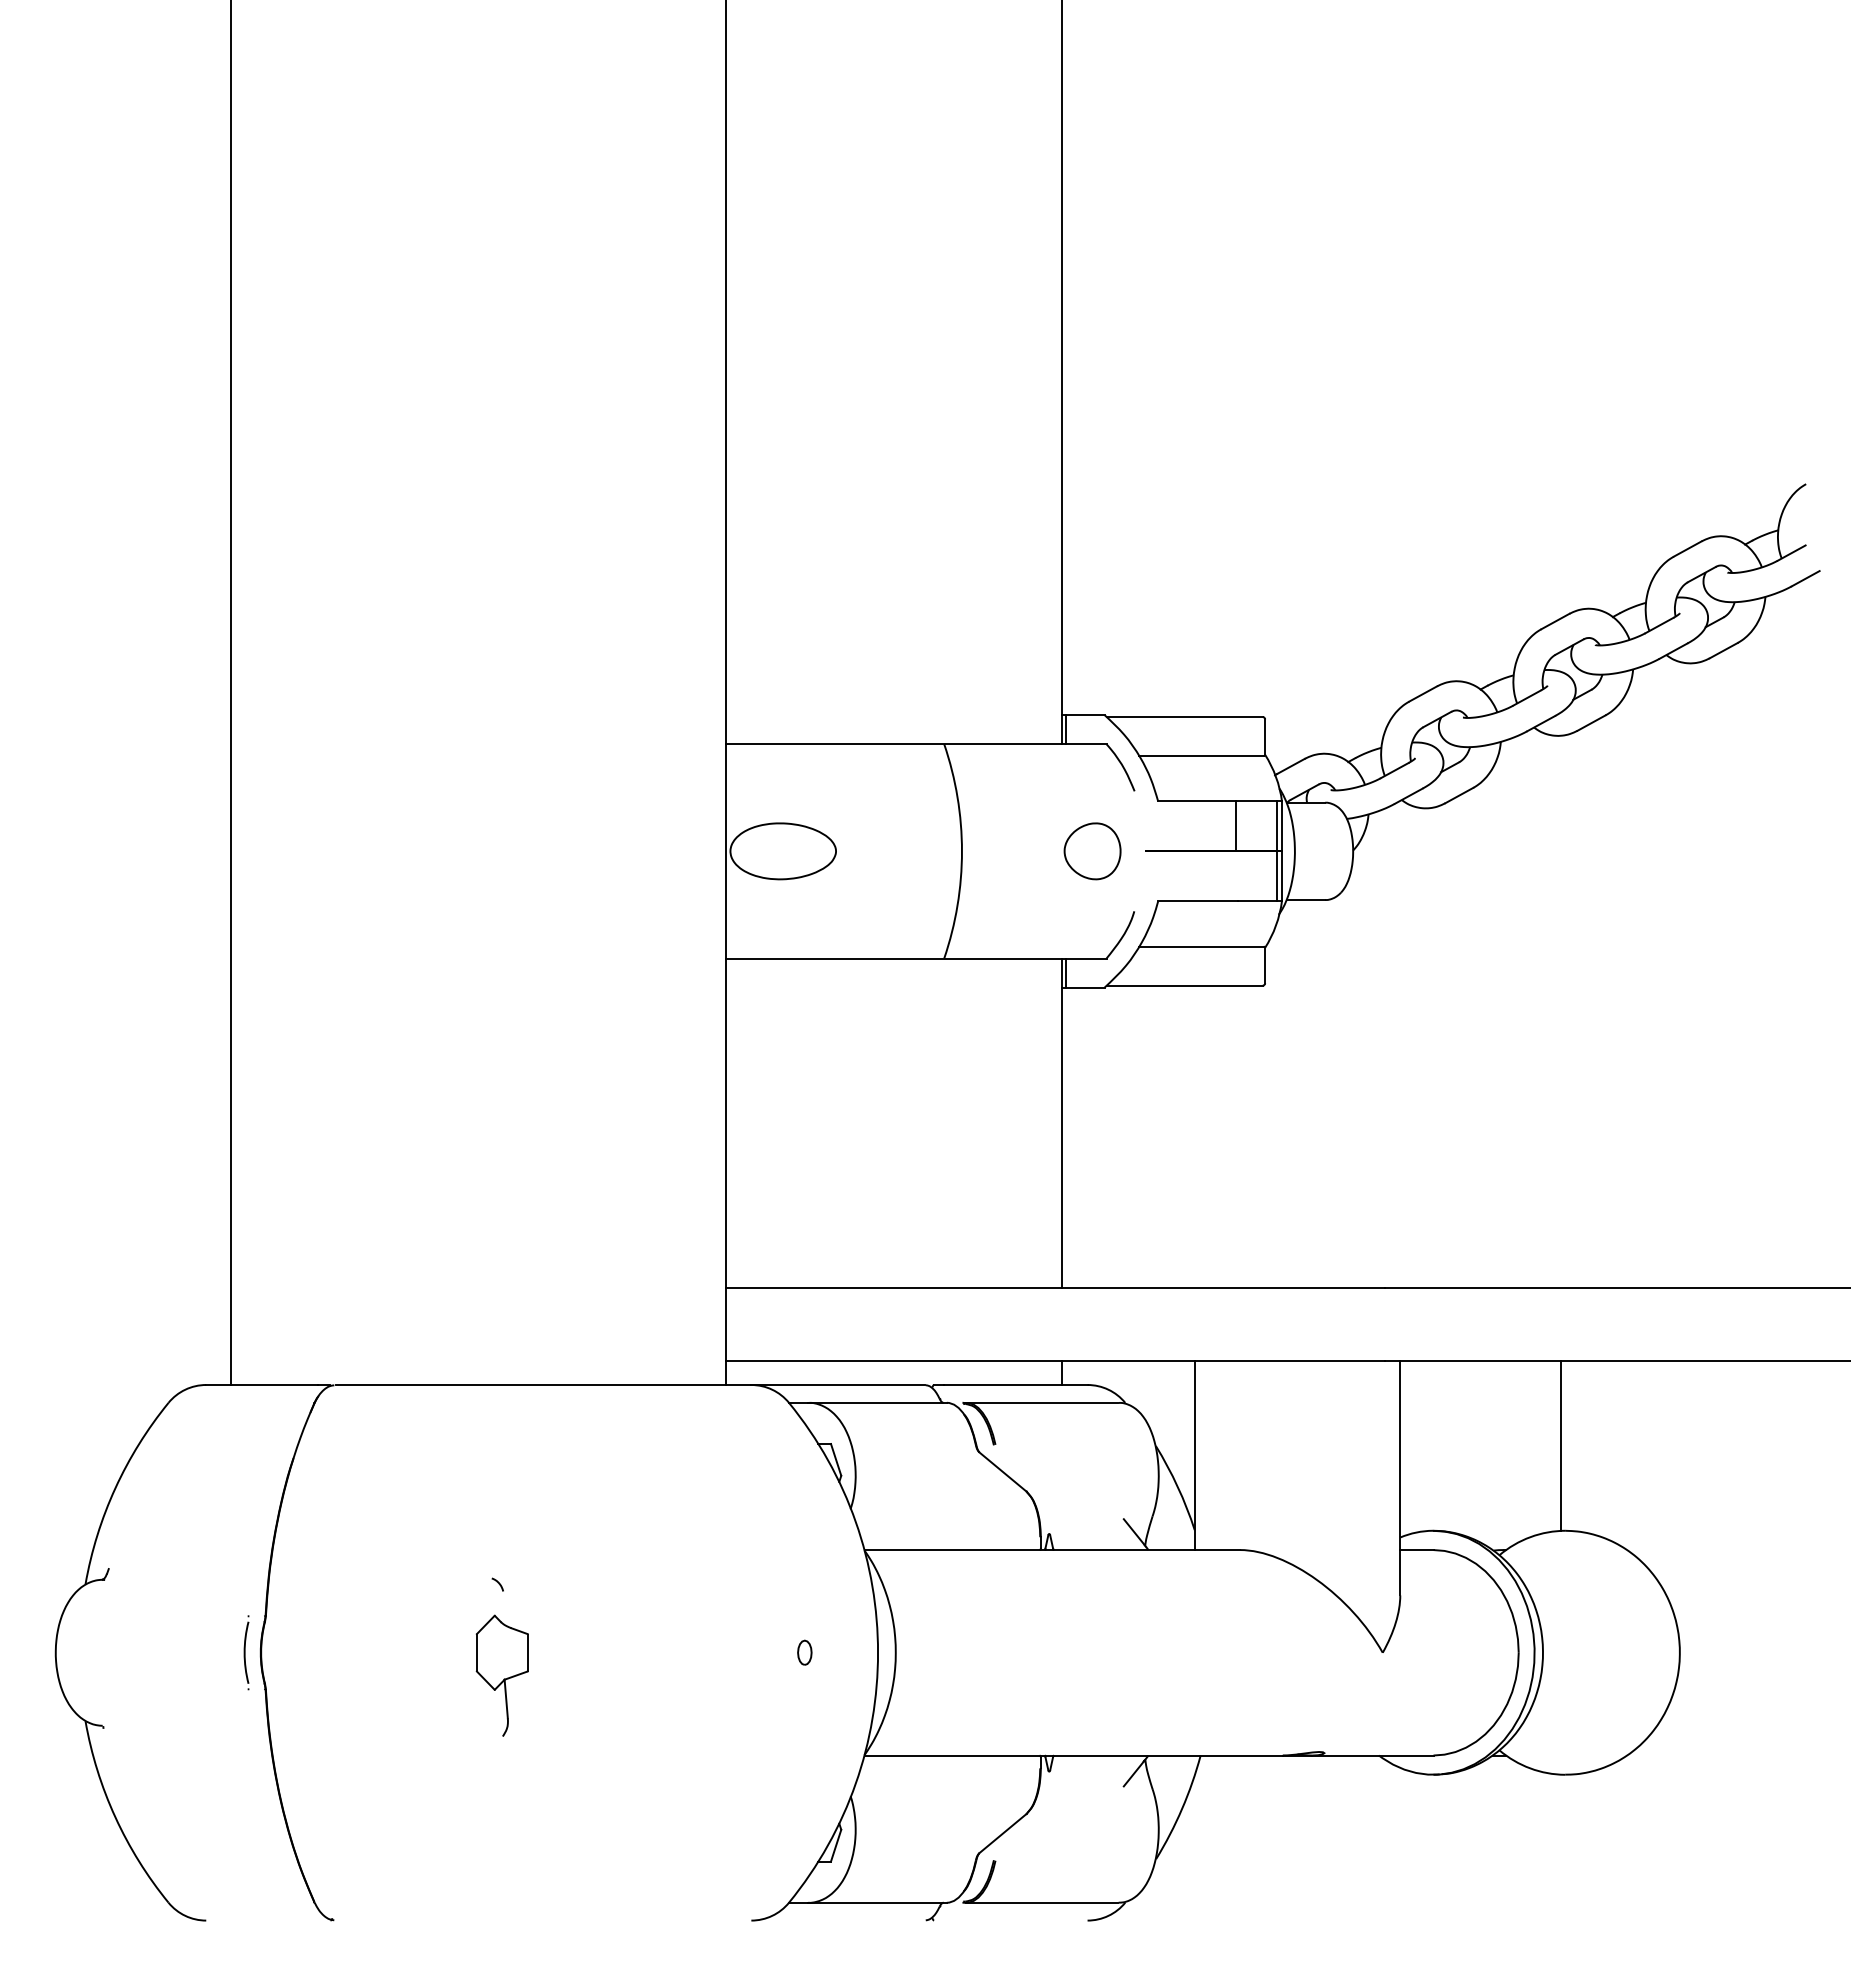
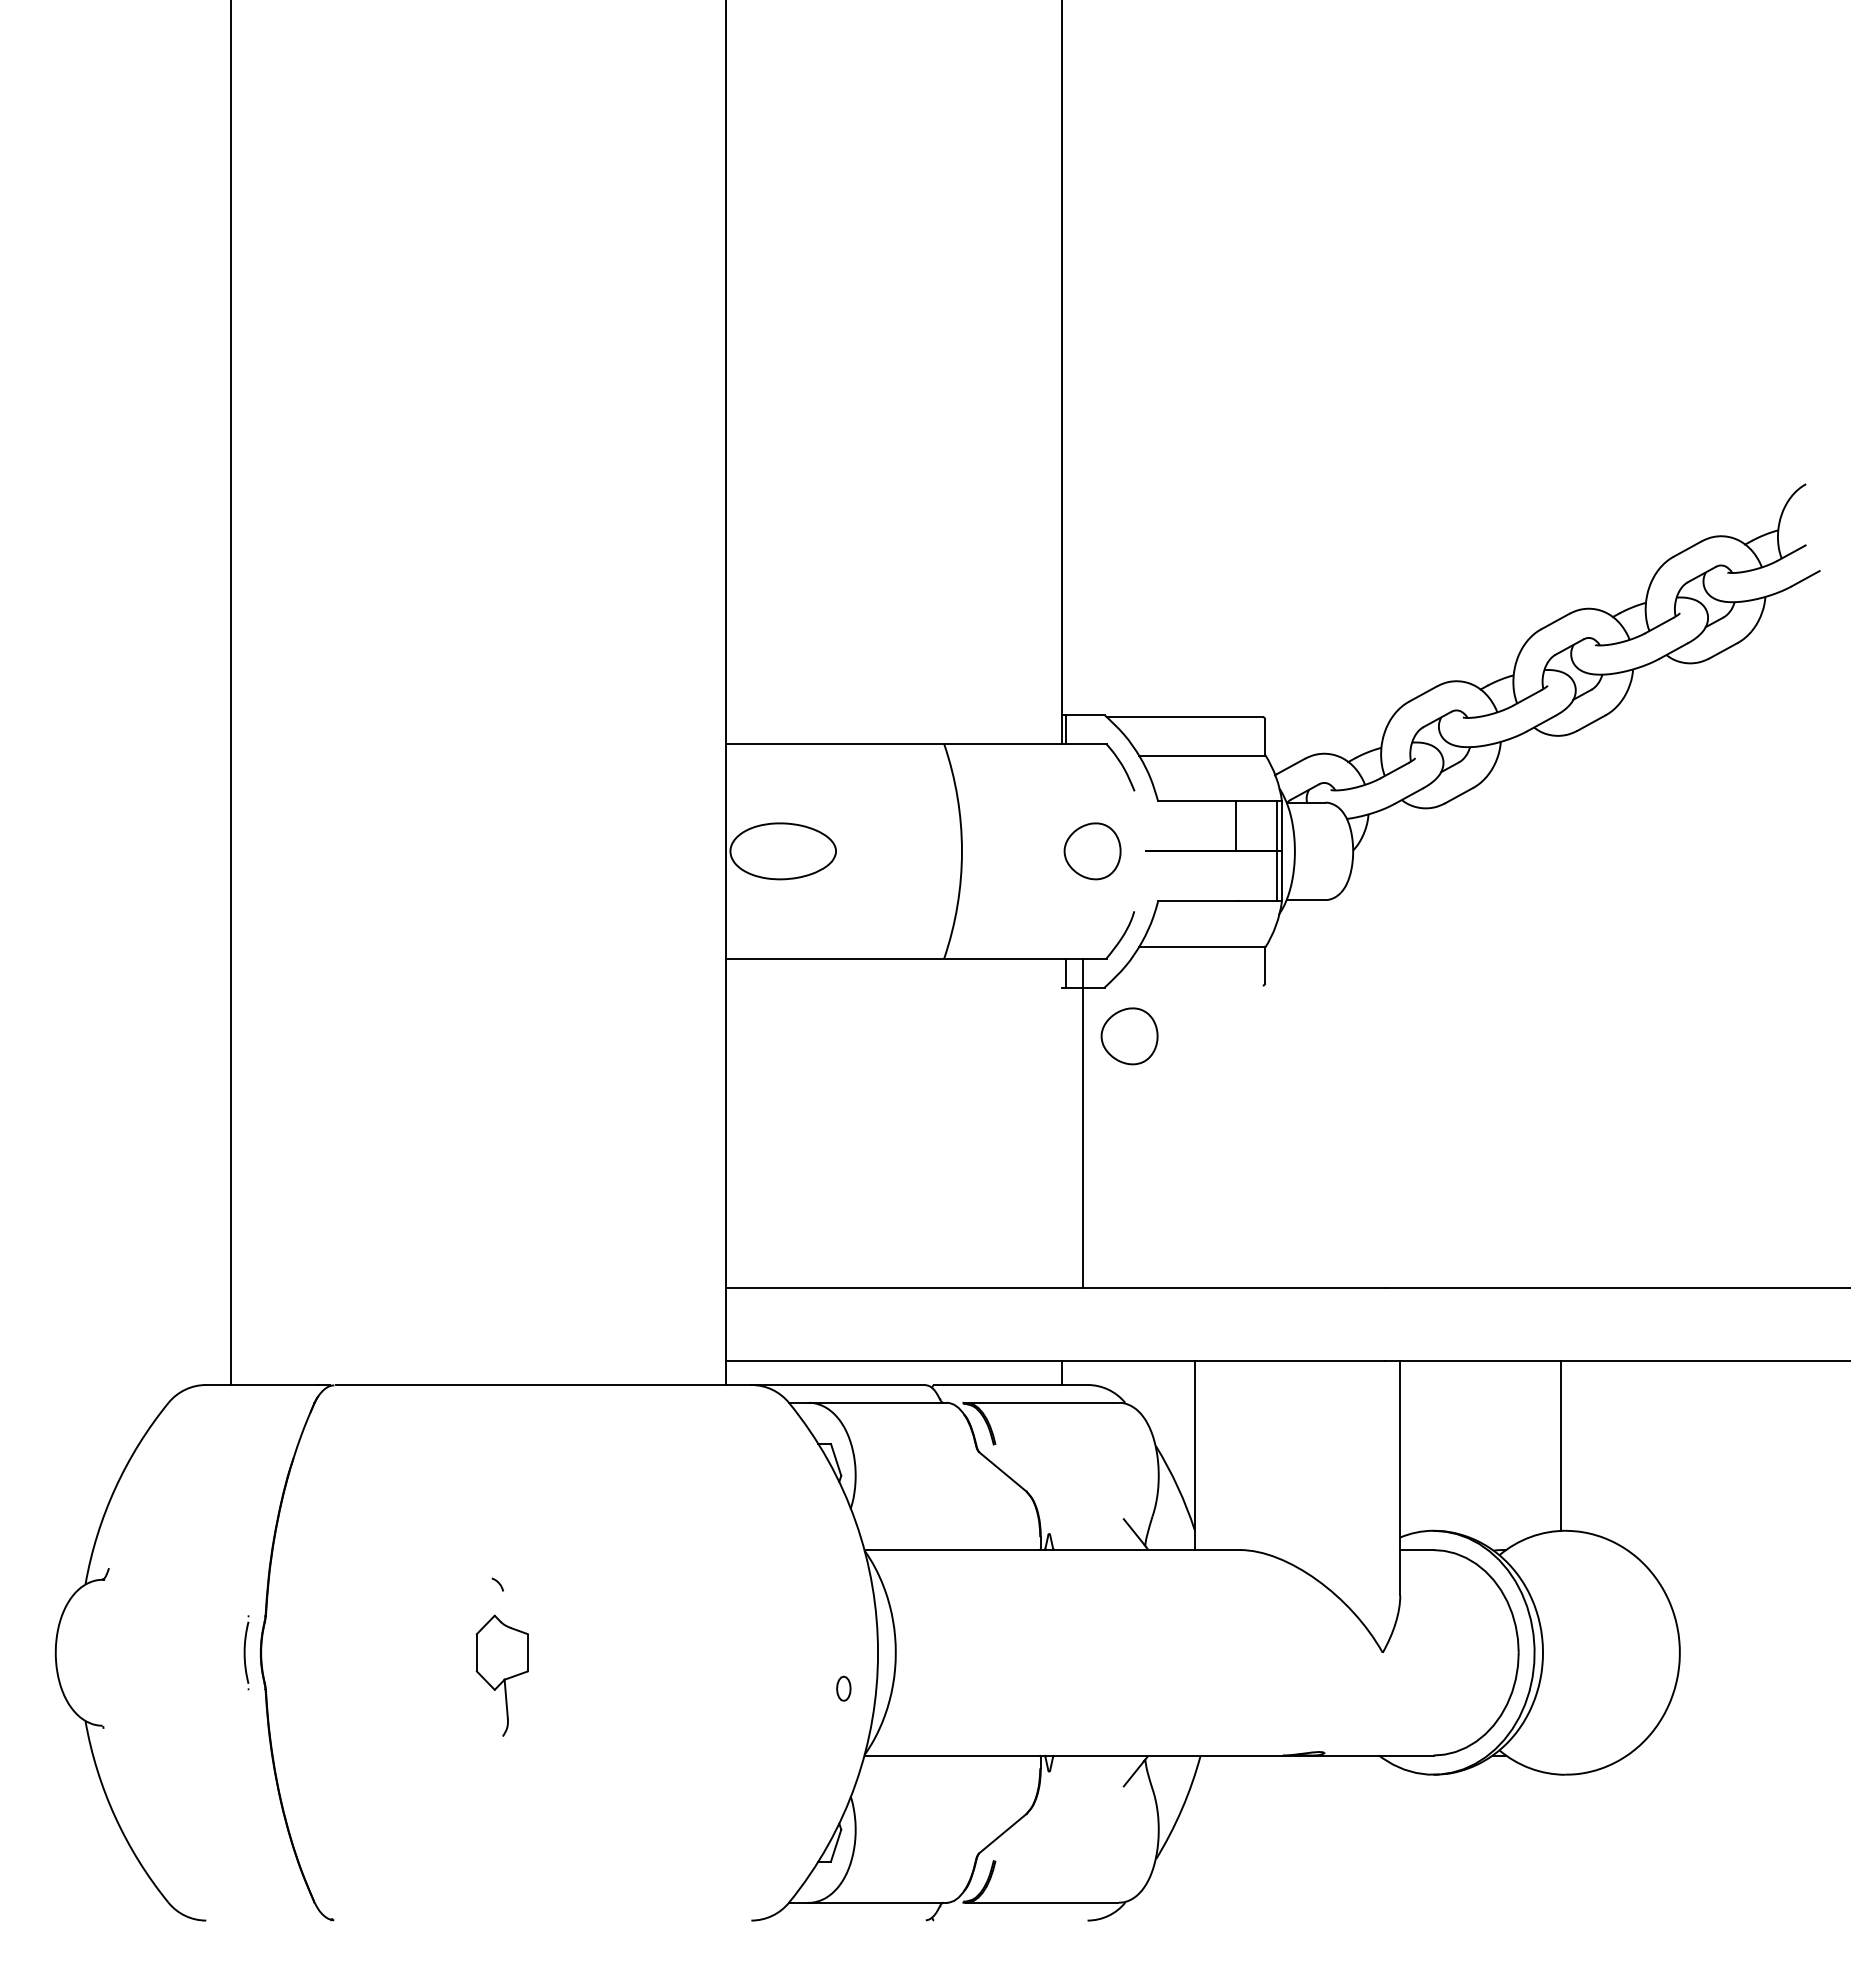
line at (1184, 985): present -> none
part at (1129, 1036): none -> present
line at (1062, 1122) position: (1062, 1122) -> (1083, 1122)
part at (804, 1652) position: (804, 1652) -> (843, 1688)
